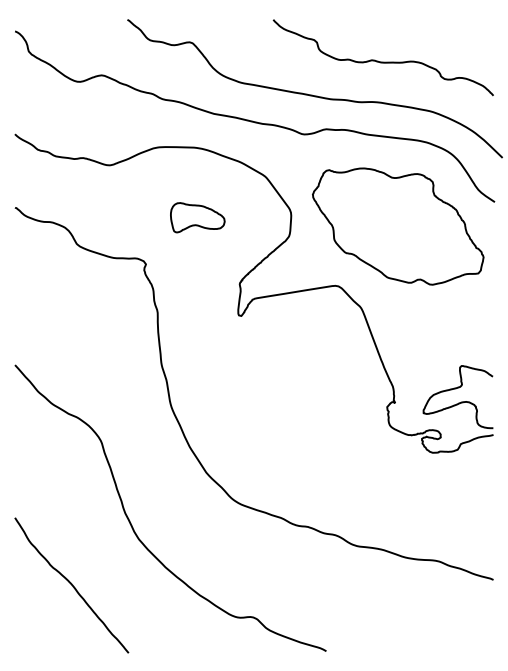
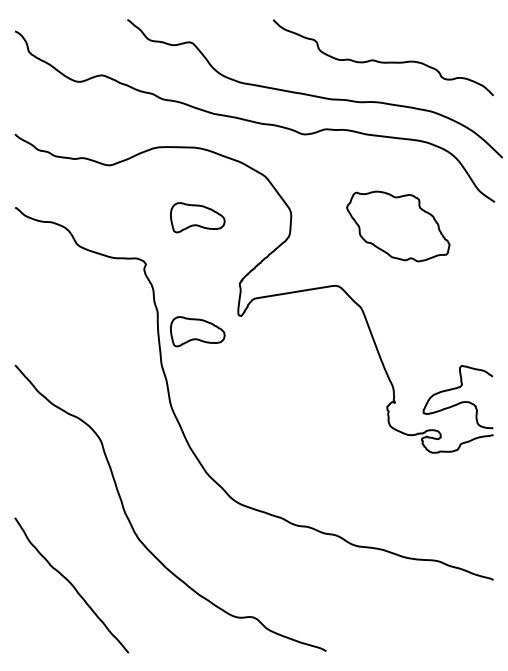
part at (398, 226) size: 173x119 px -> 105x73 px
part at (197, 331): none -> present
